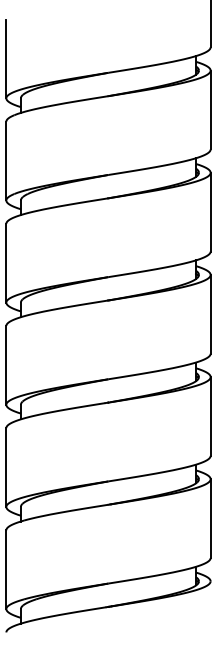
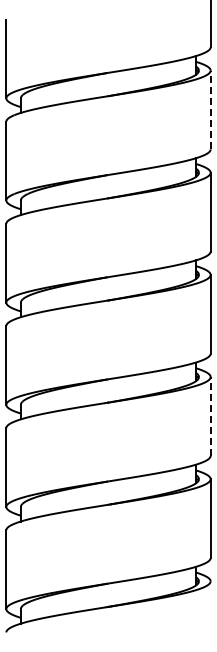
line at (210, 109): solid -> dashed
line at (210, 415): solid -> dashed
